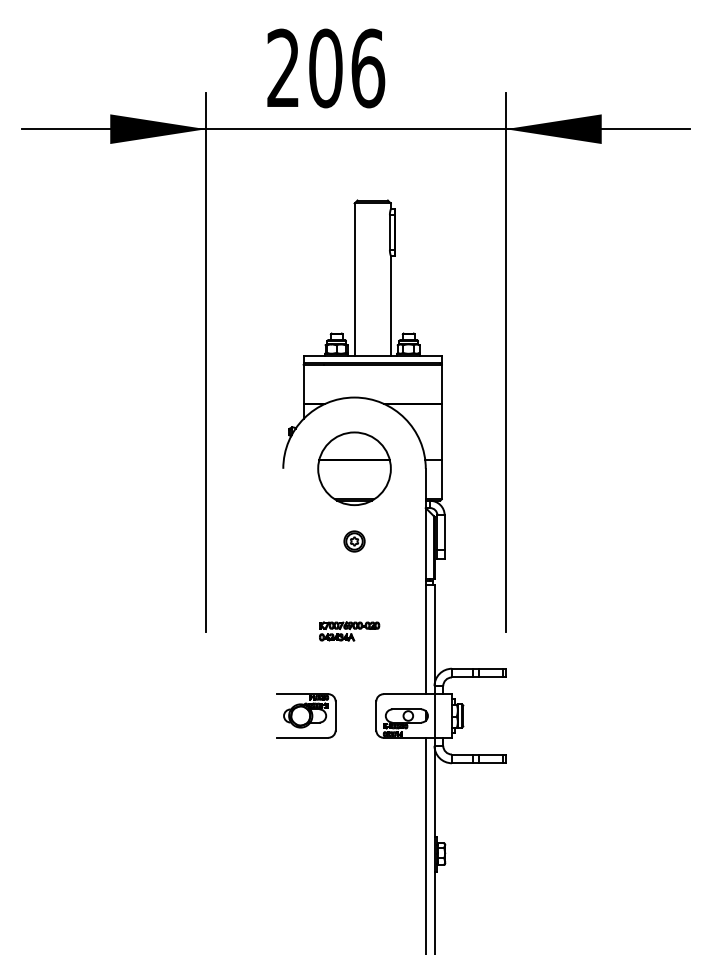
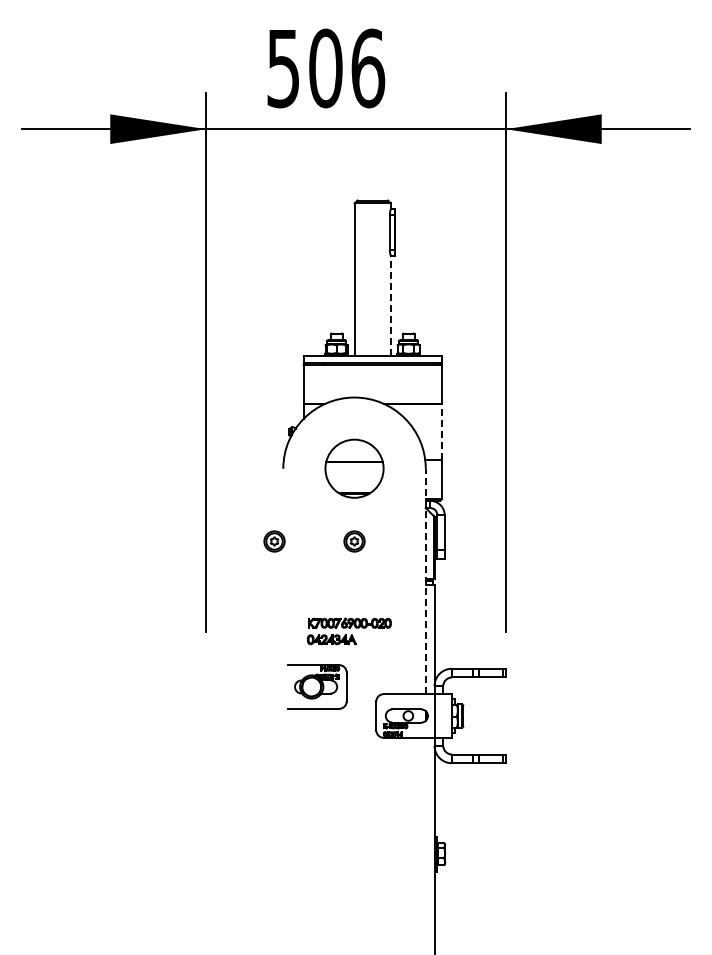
text at (282, 68): 206 -> 506
line at (390, 305): solid -> dashed
line at (441, 432): solid -> dashed
part at (354, 468) size: 75x75 px -> 61x61 px
part at (274, 541): none -> present
line at (425, 581): solid -> dashed
part at (349, 631) size: 62x21 px -> 85x29 px
part at (306, 715) position: (306, 715) -> (317, 686)
line at (425, 844): present -> none
